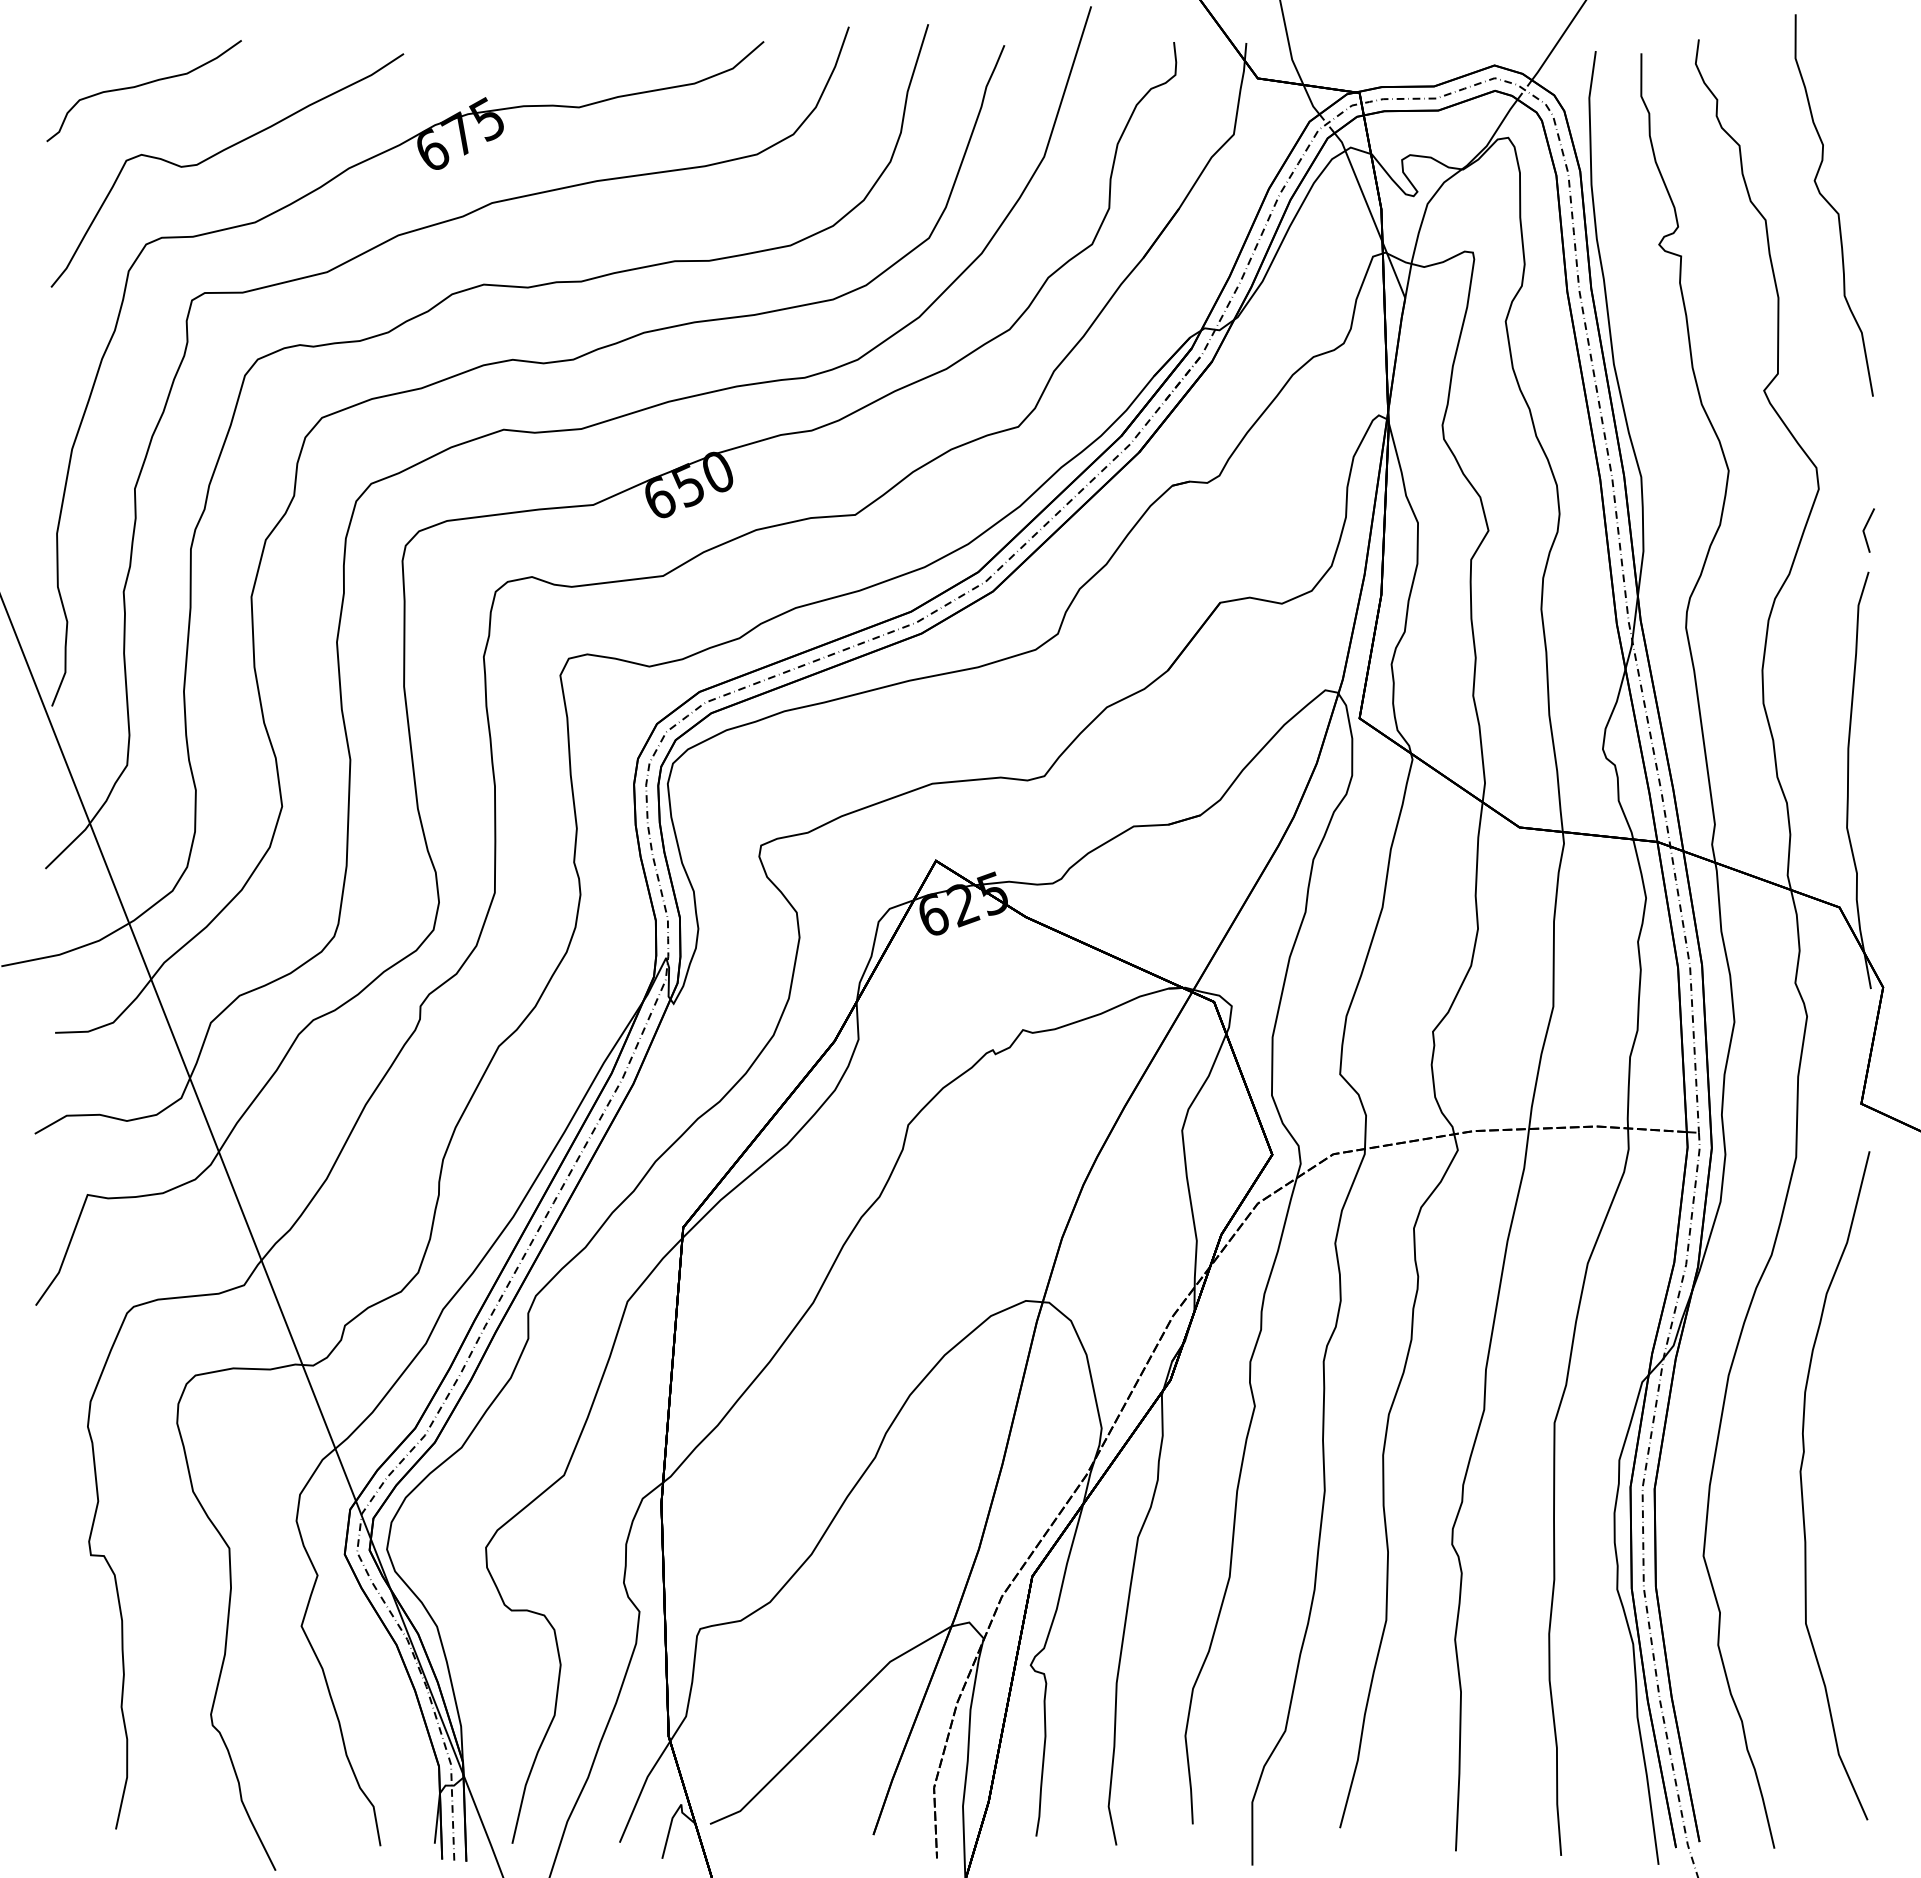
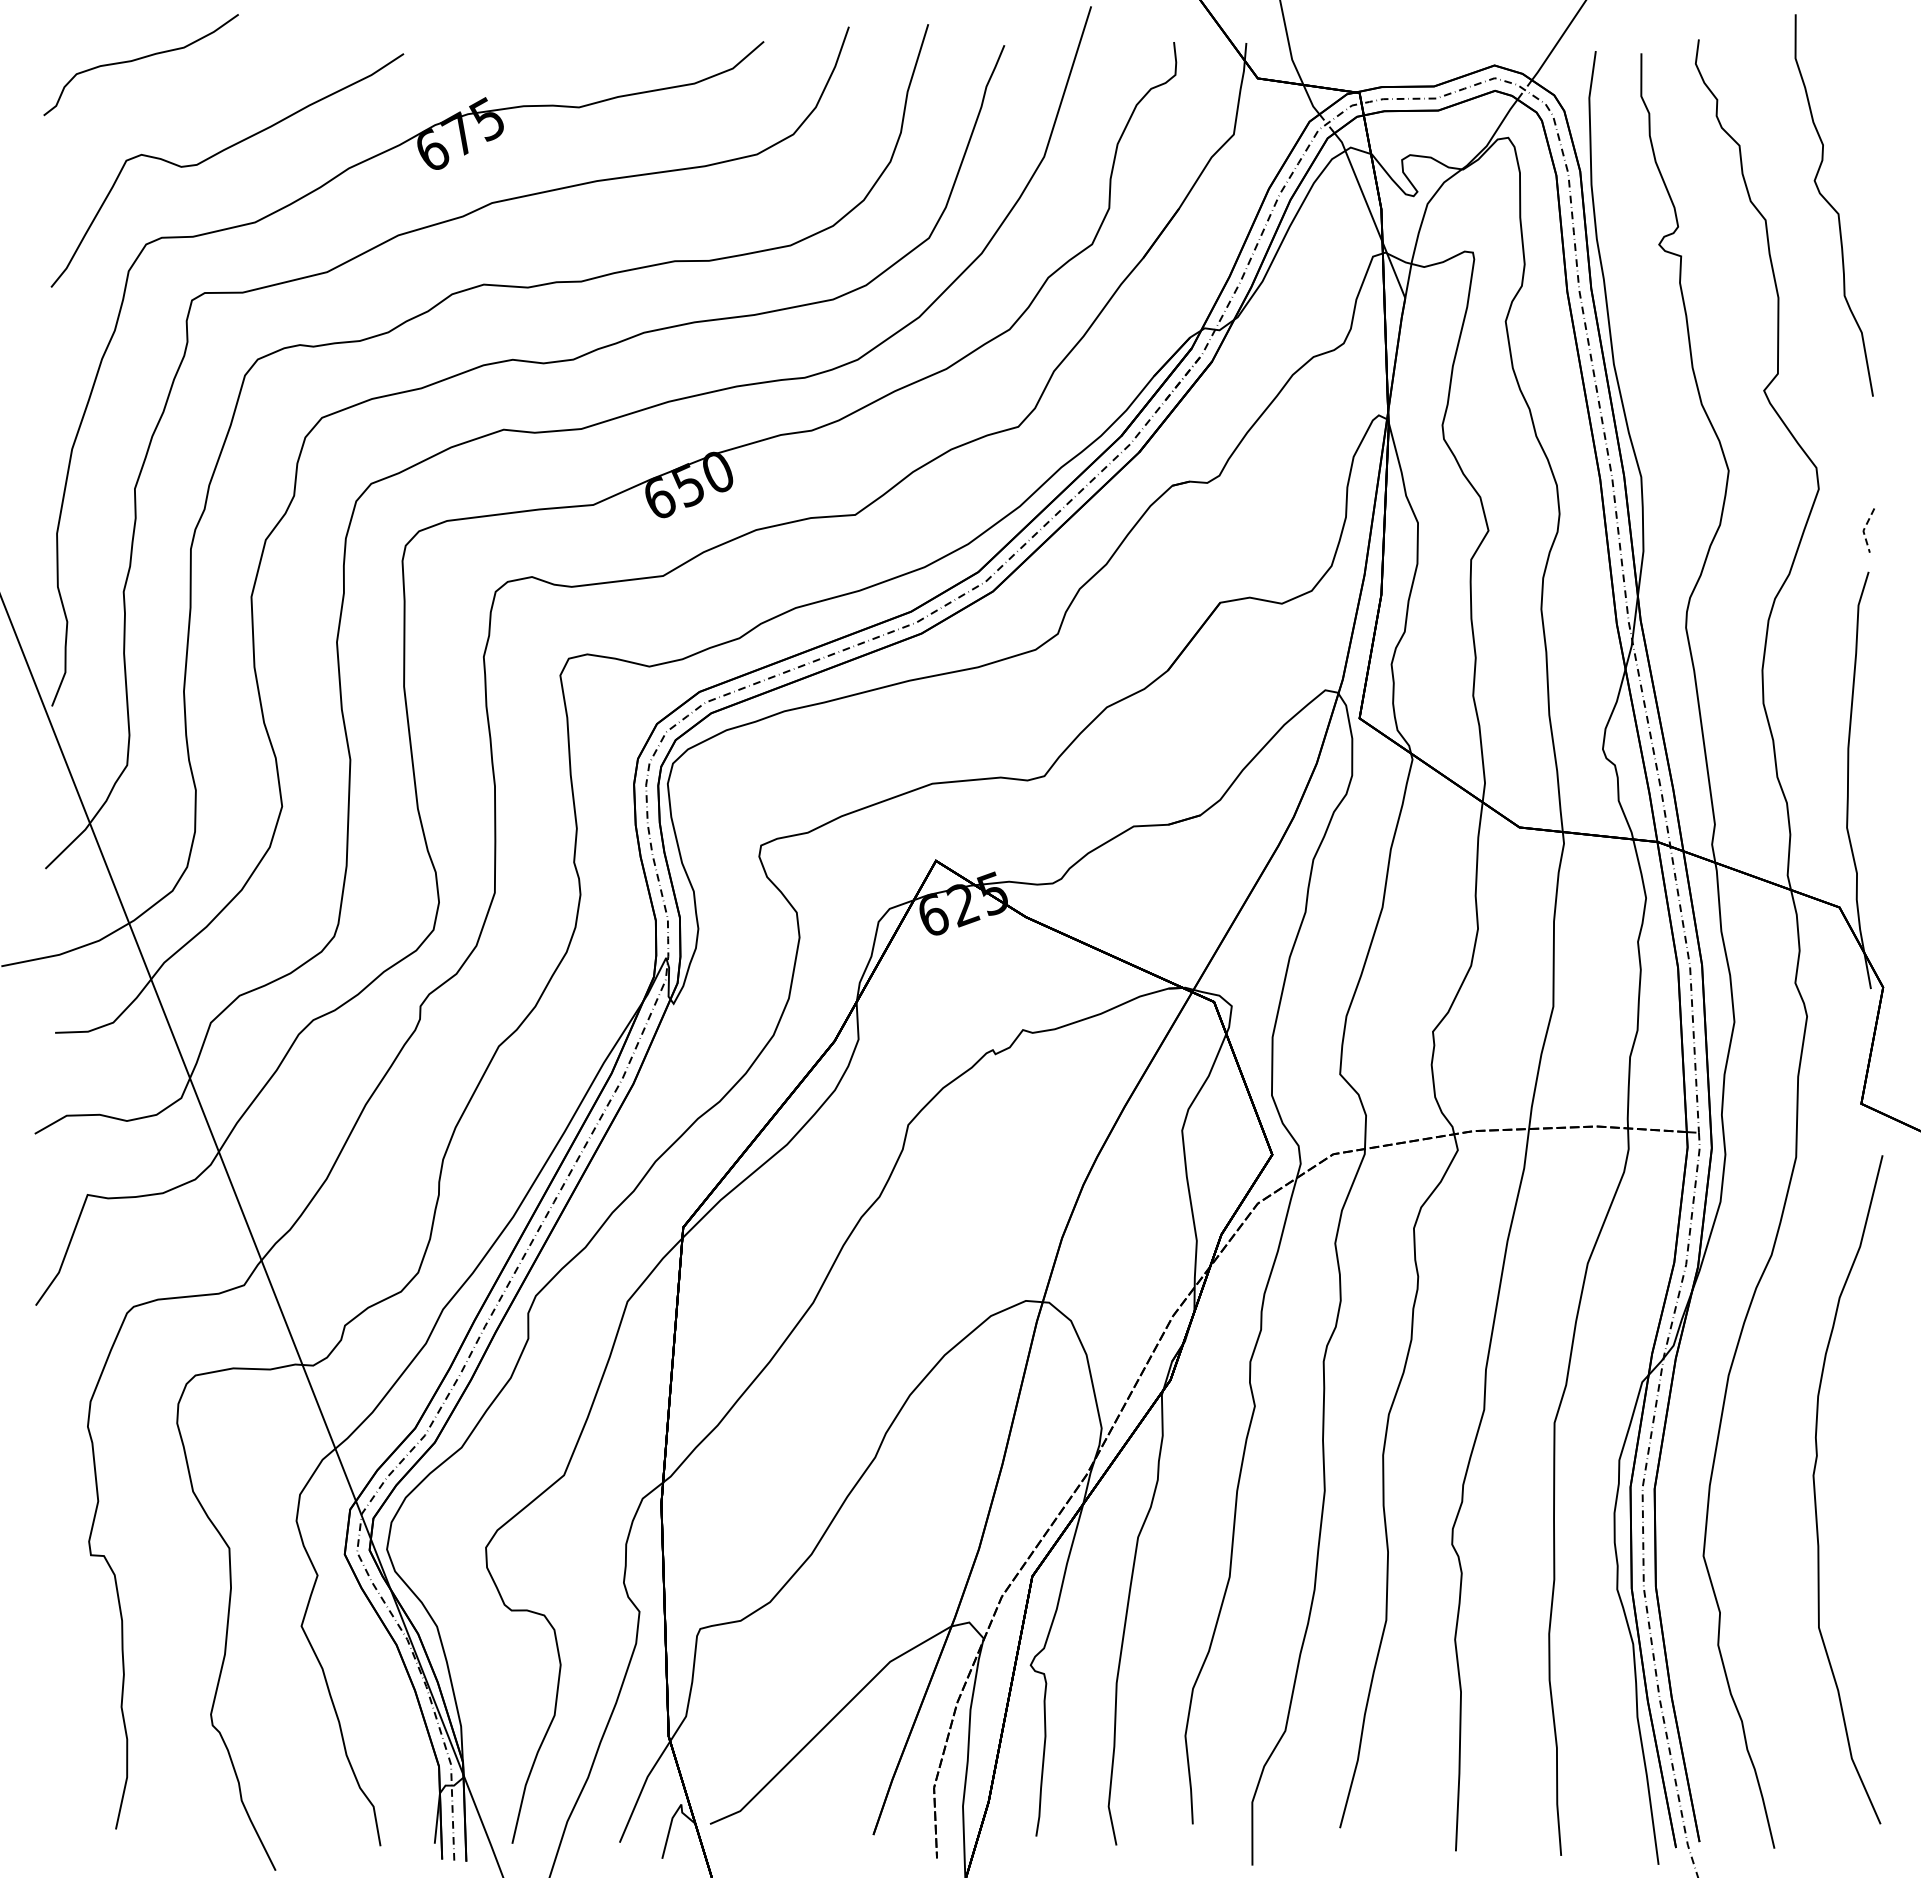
curve at (140, 86) position: (140, 86) -> (137, 60)
line at (1863, 530): solid -> dashed
curve at (1802, 1485) position: (1802, 1485) -> (1815, 1489)
